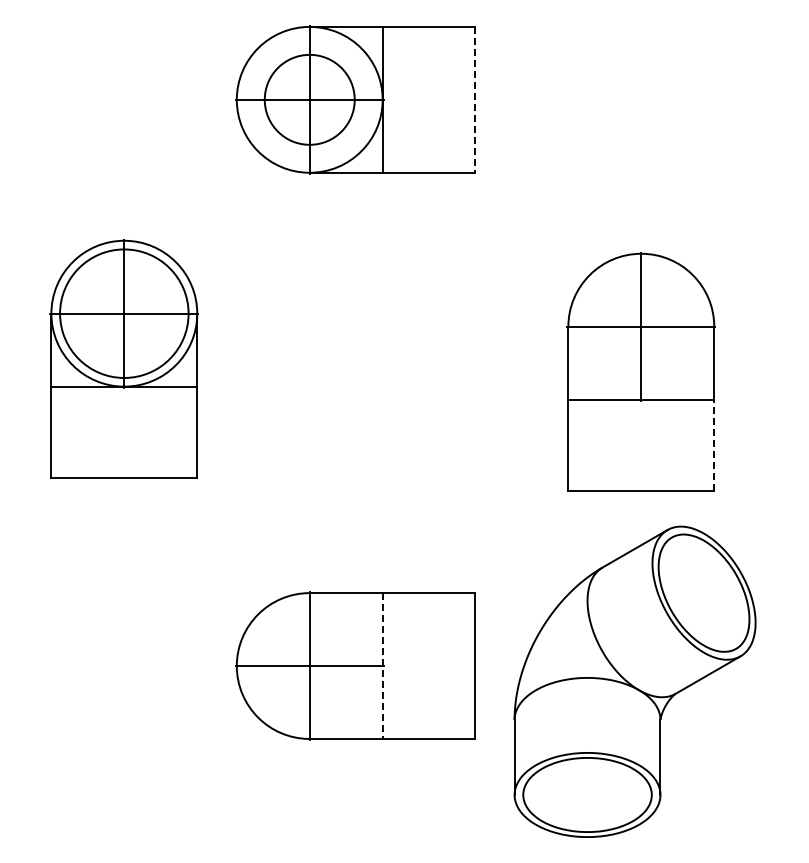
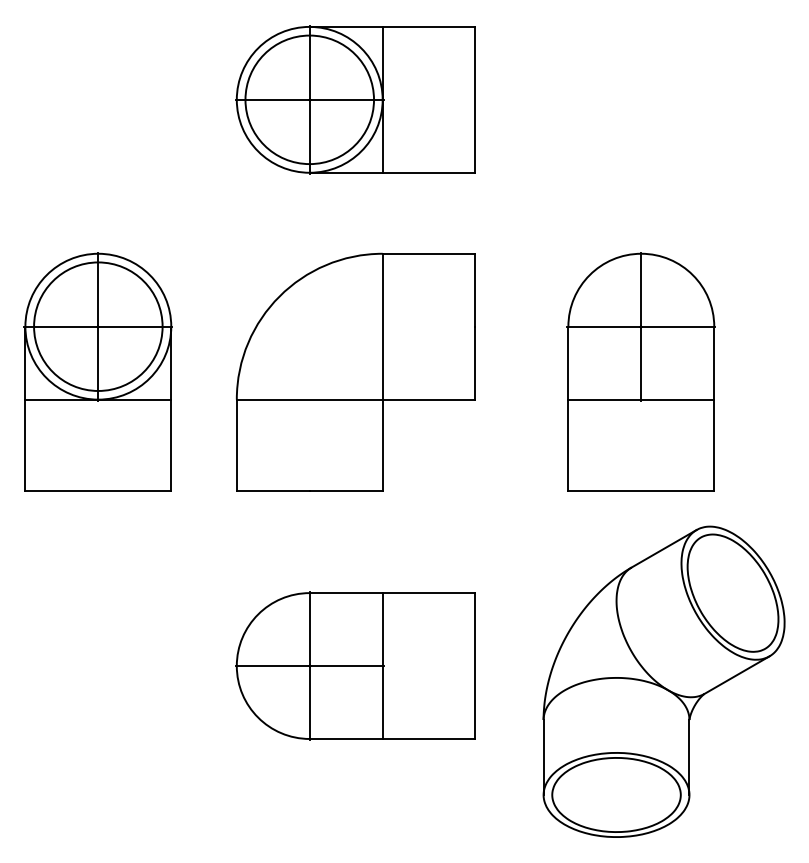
circle at (309, 99) diameter: 90 px -> 129 px
line at (474, 99): dashed -> solid
part at (123, 358) position: (123, 358) -> (97, 371)
part at (355, 371): none -> present
line at (714, 445): dashed -> solid
line at (382, 666): dashed -> solid
part at (634, 681) position: (634, 681) -> (663, 681)
